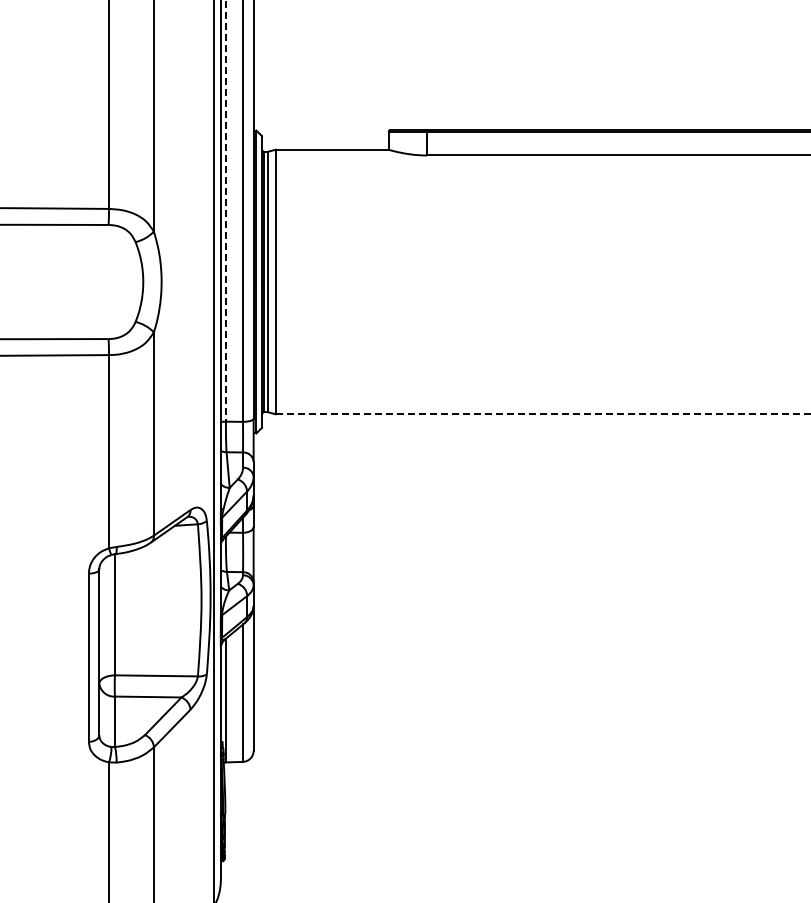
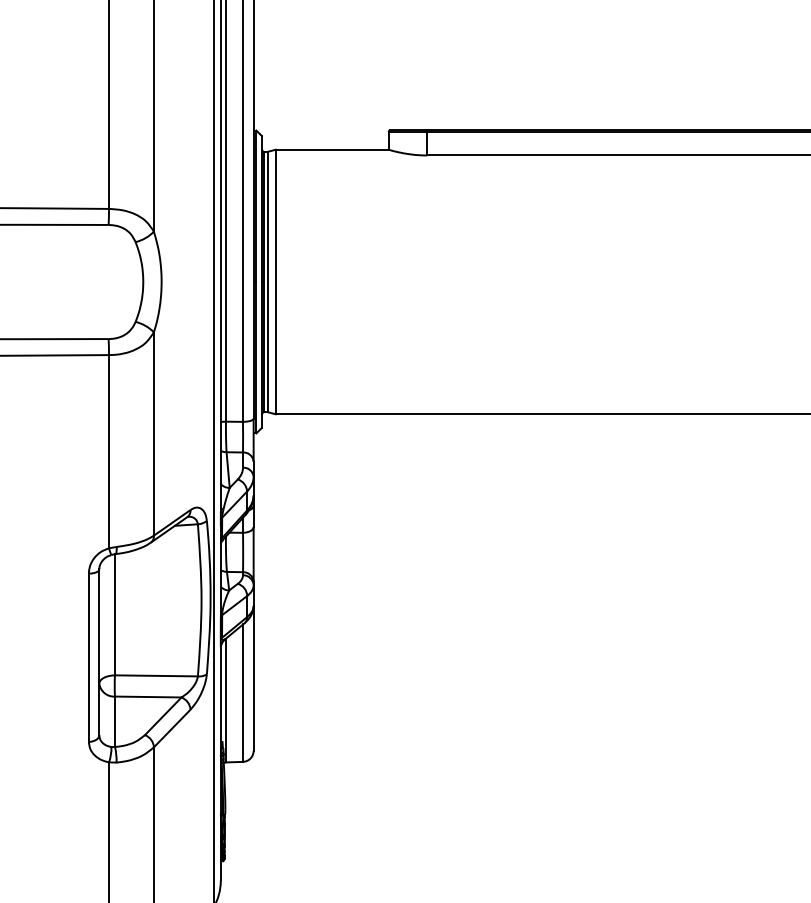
line at (225, 211): dashed -> solid
line at (543, 414): dashed -> solid
